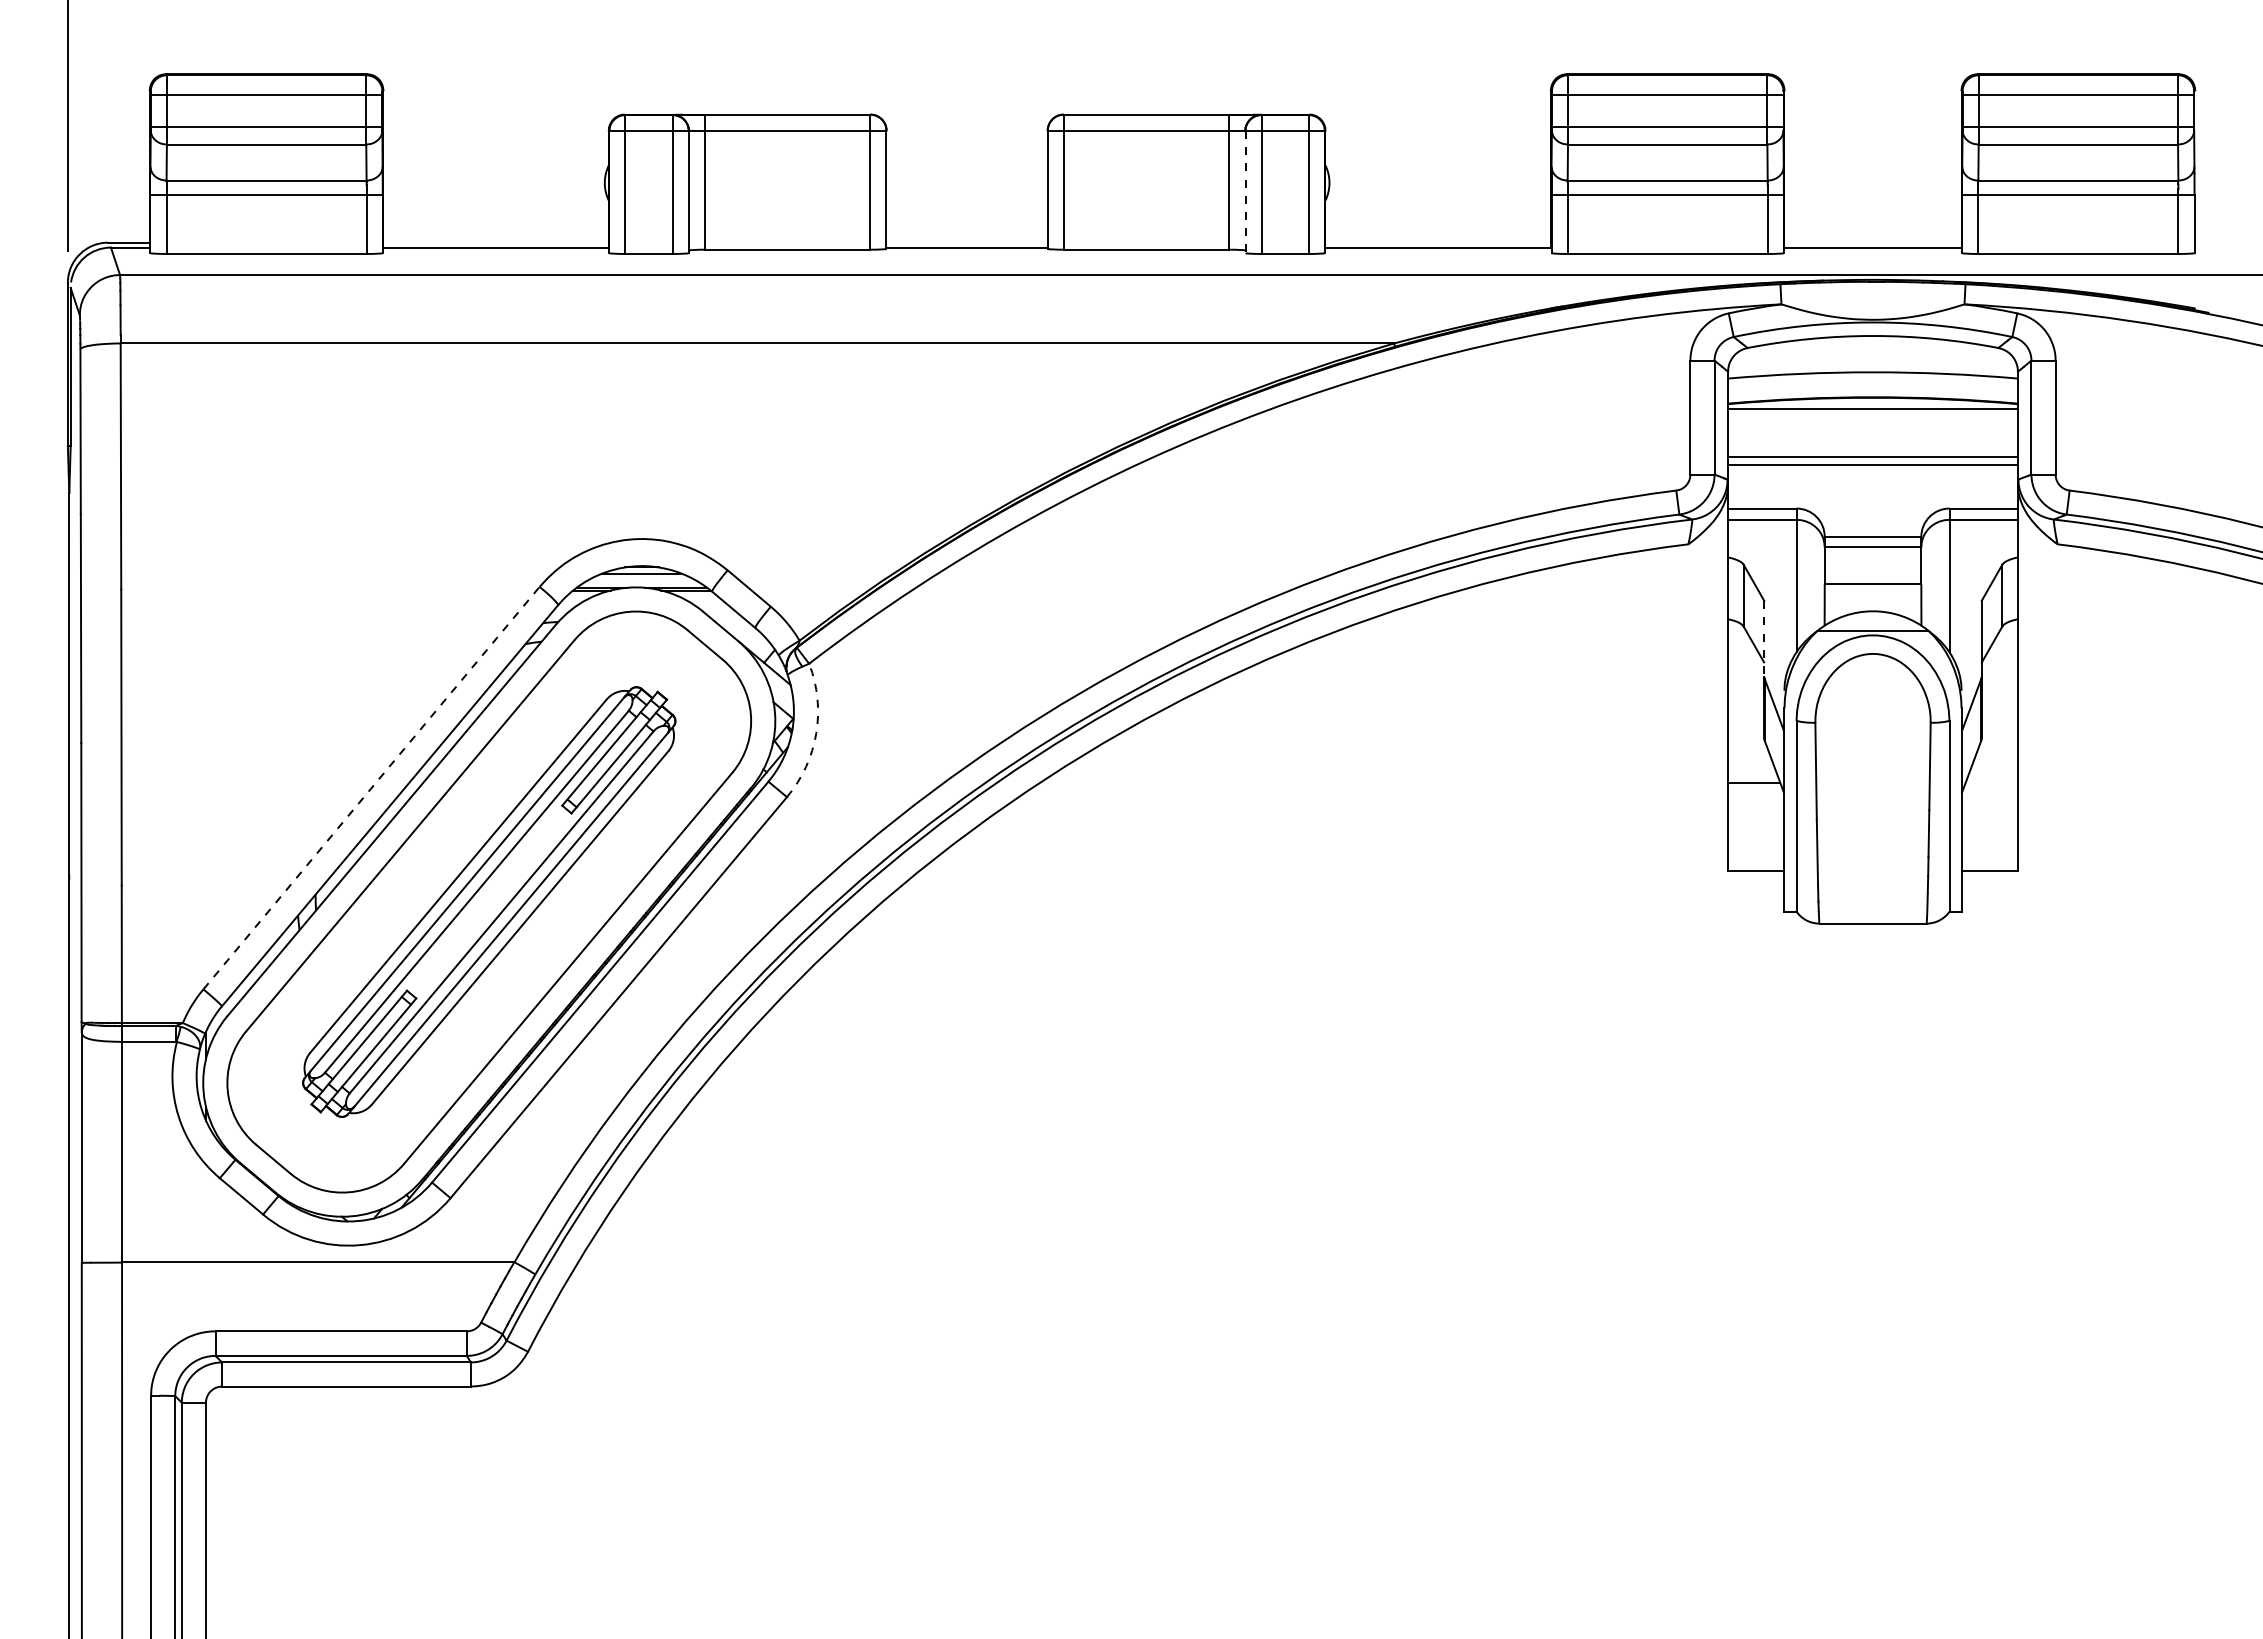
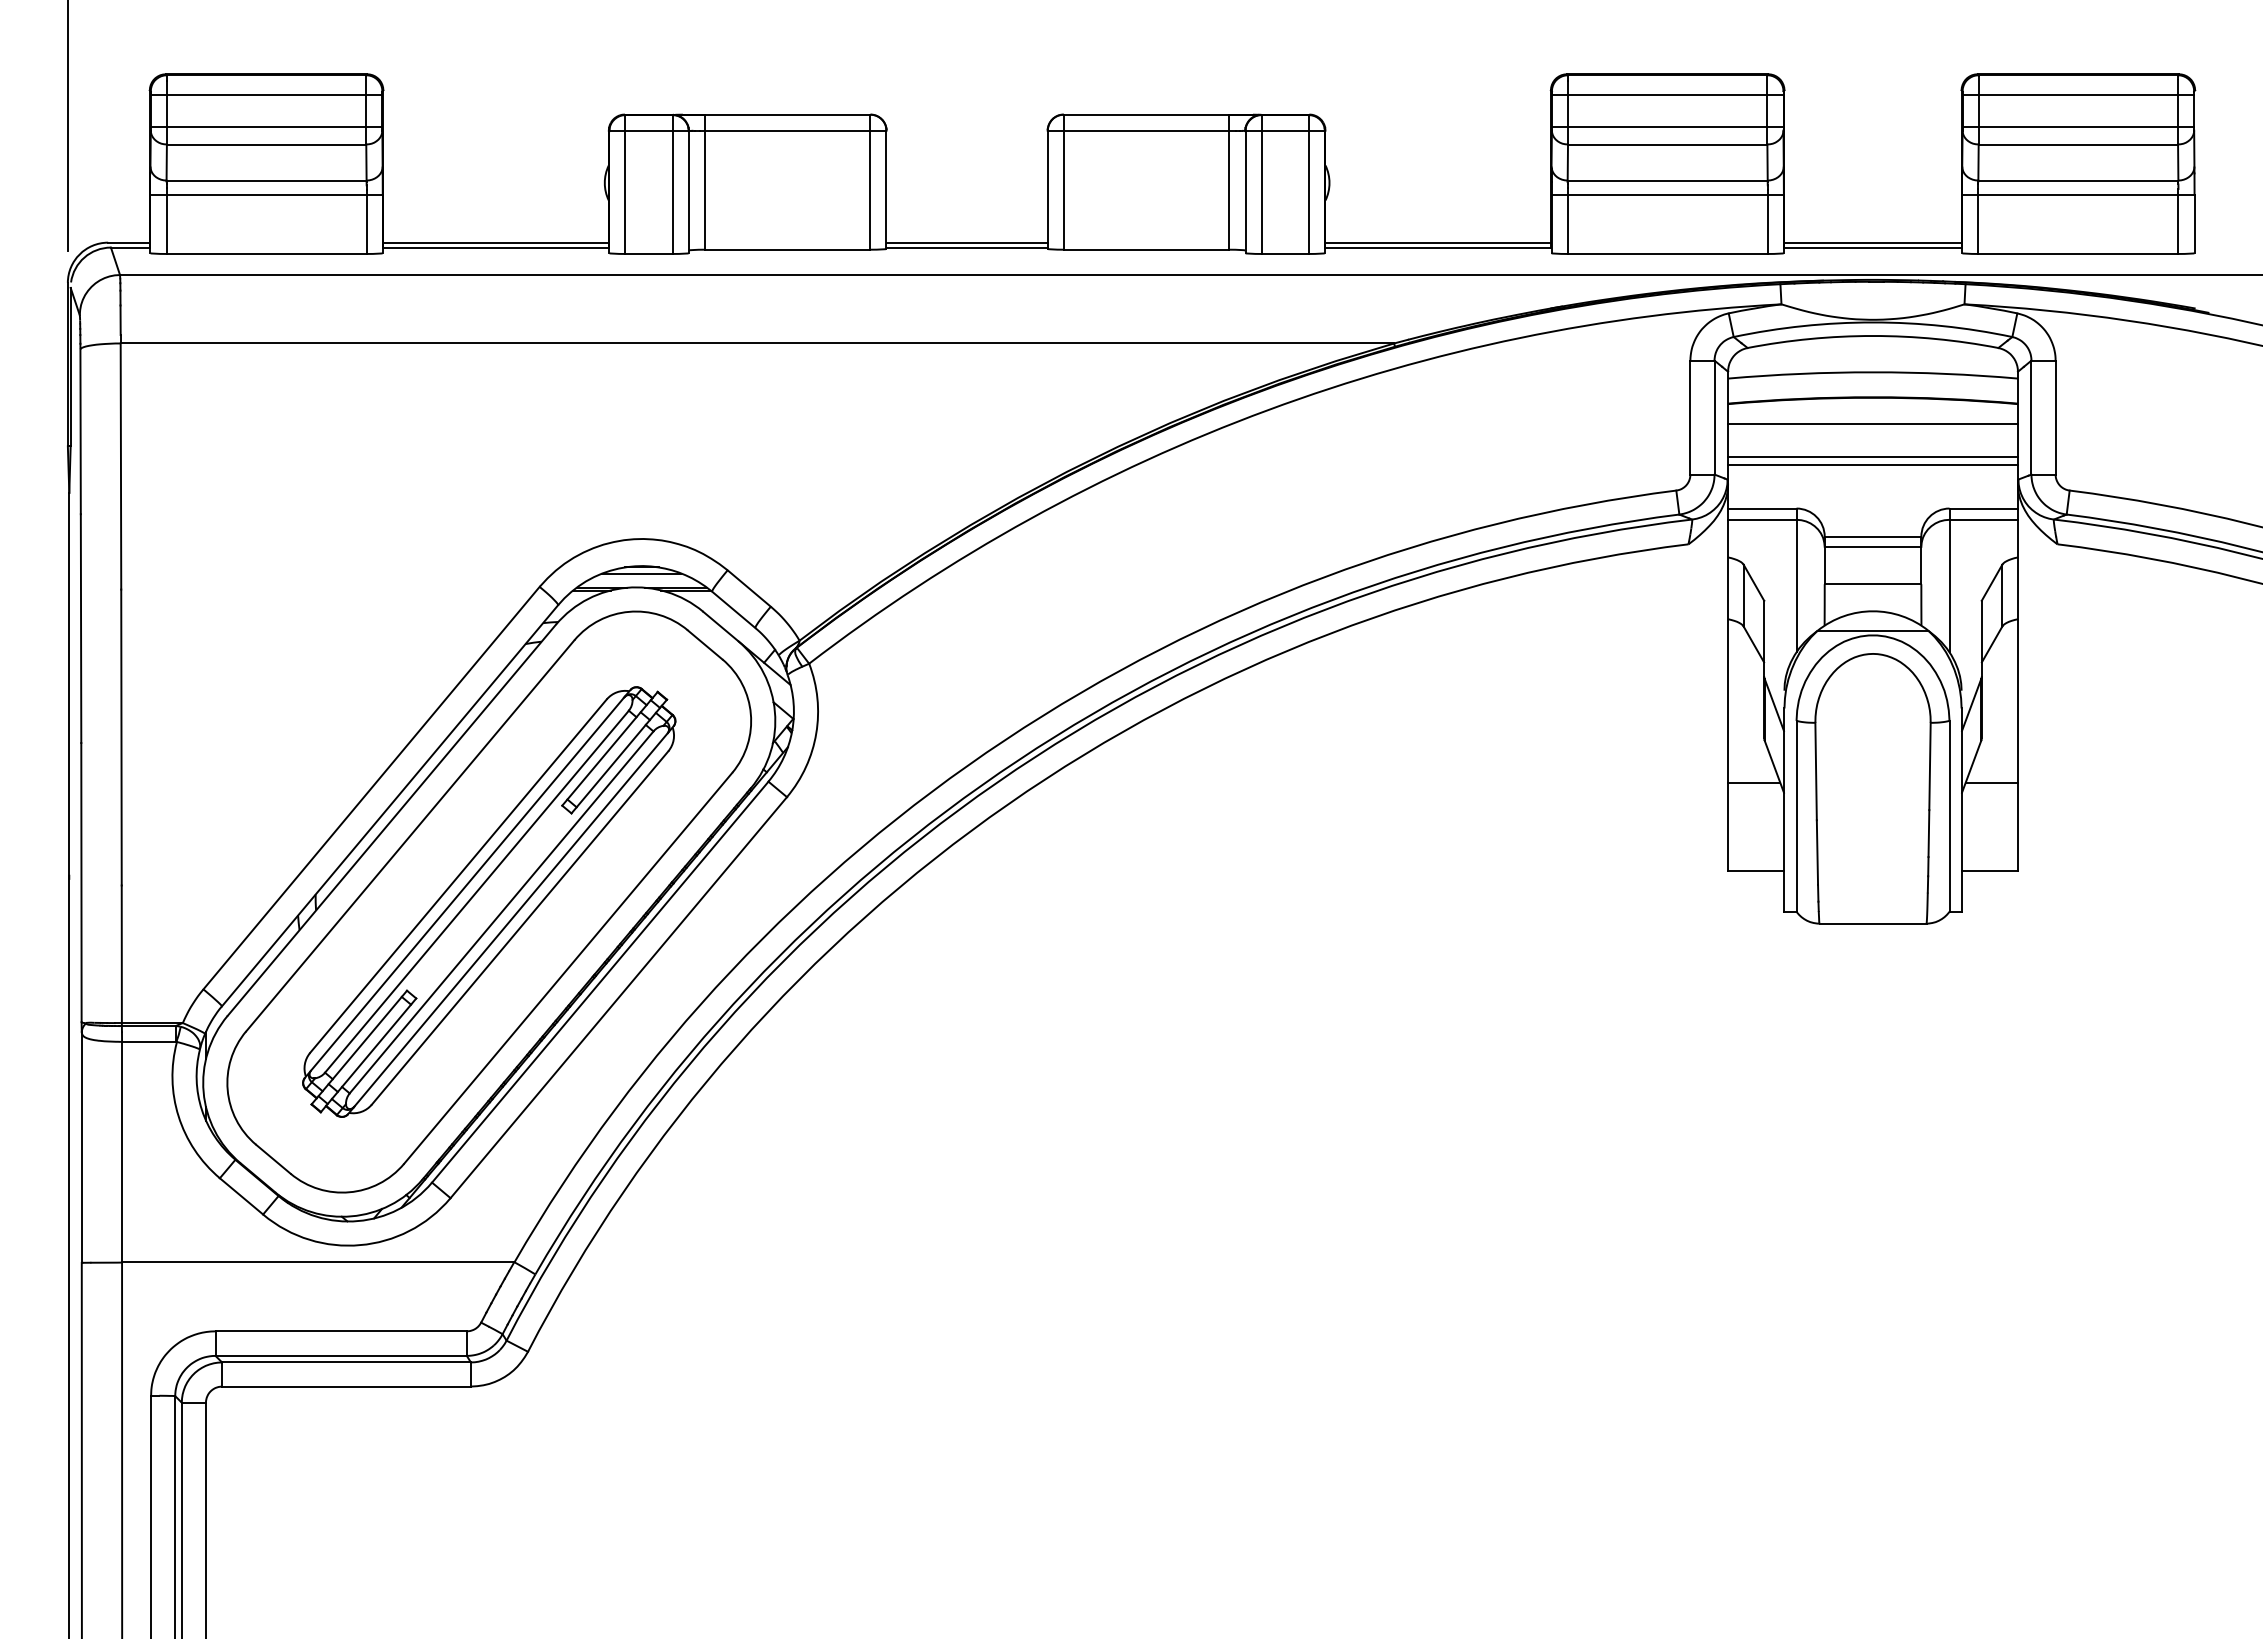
line at (1245, 192): dashed -> solid
line at (495, 242): none -> present
line at (966, 242): none -> present
line at (1437, 242): none -> present
line at (1872, 242): none -> present
line at (1872, 408) position: (1872, 408) -> (1872, 423)
line at (1764, 638): dashed -> solid
arc at (816, 733): dashed -> solid
line at (1991, 782): none -> present
line at (371, 787): dashed -> solid
